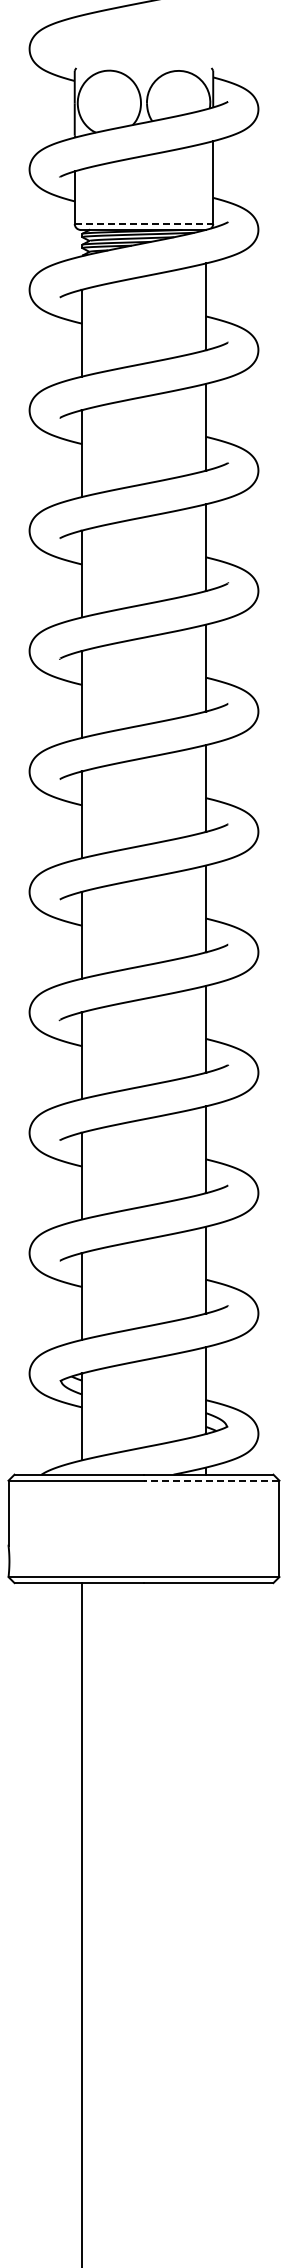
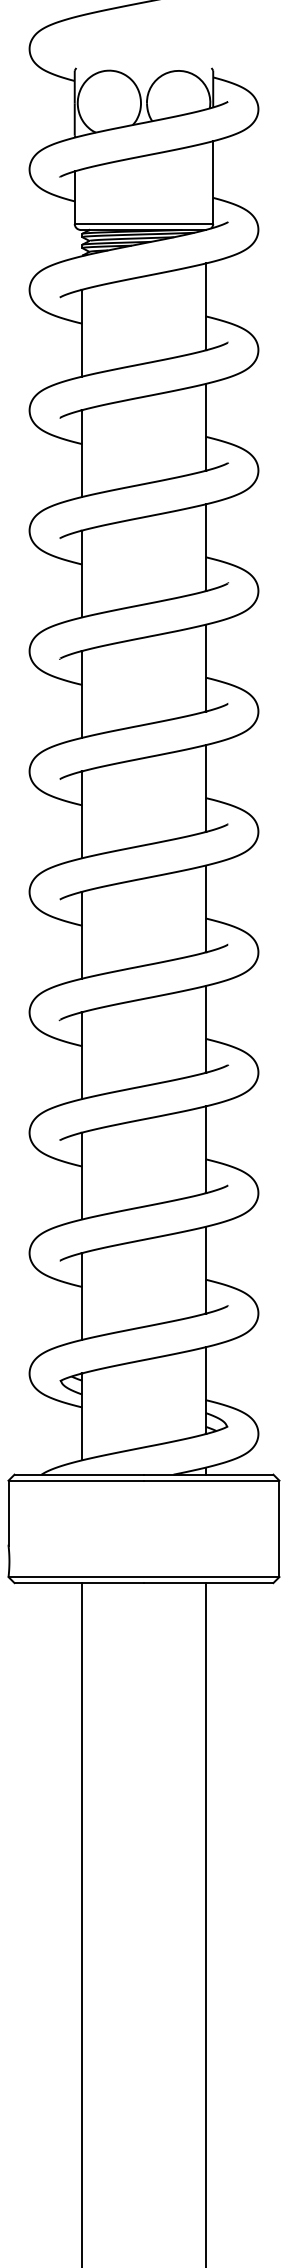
line at (144, 223): dashed -> solid
line at (211, 1480): dashed -> solid
line at (205, 1923): none -> present
